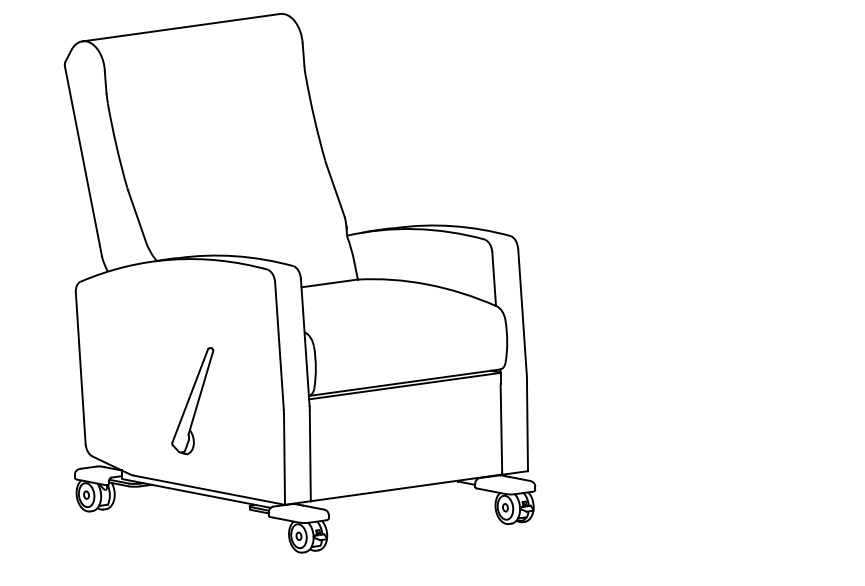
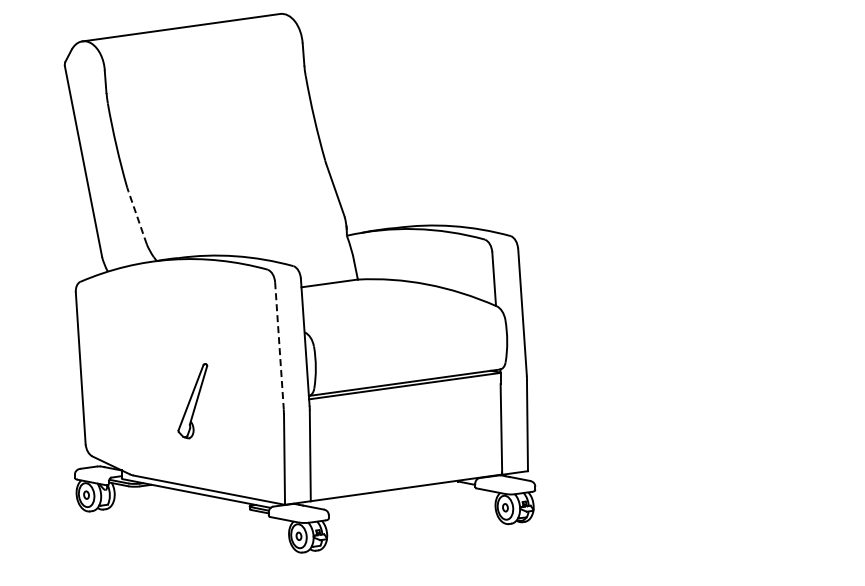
line at (137, 217): solid -> dashed
line at (279, 345): solid -> dashed
part at (192, 401) size: 44x109 px -> 32x77 px
